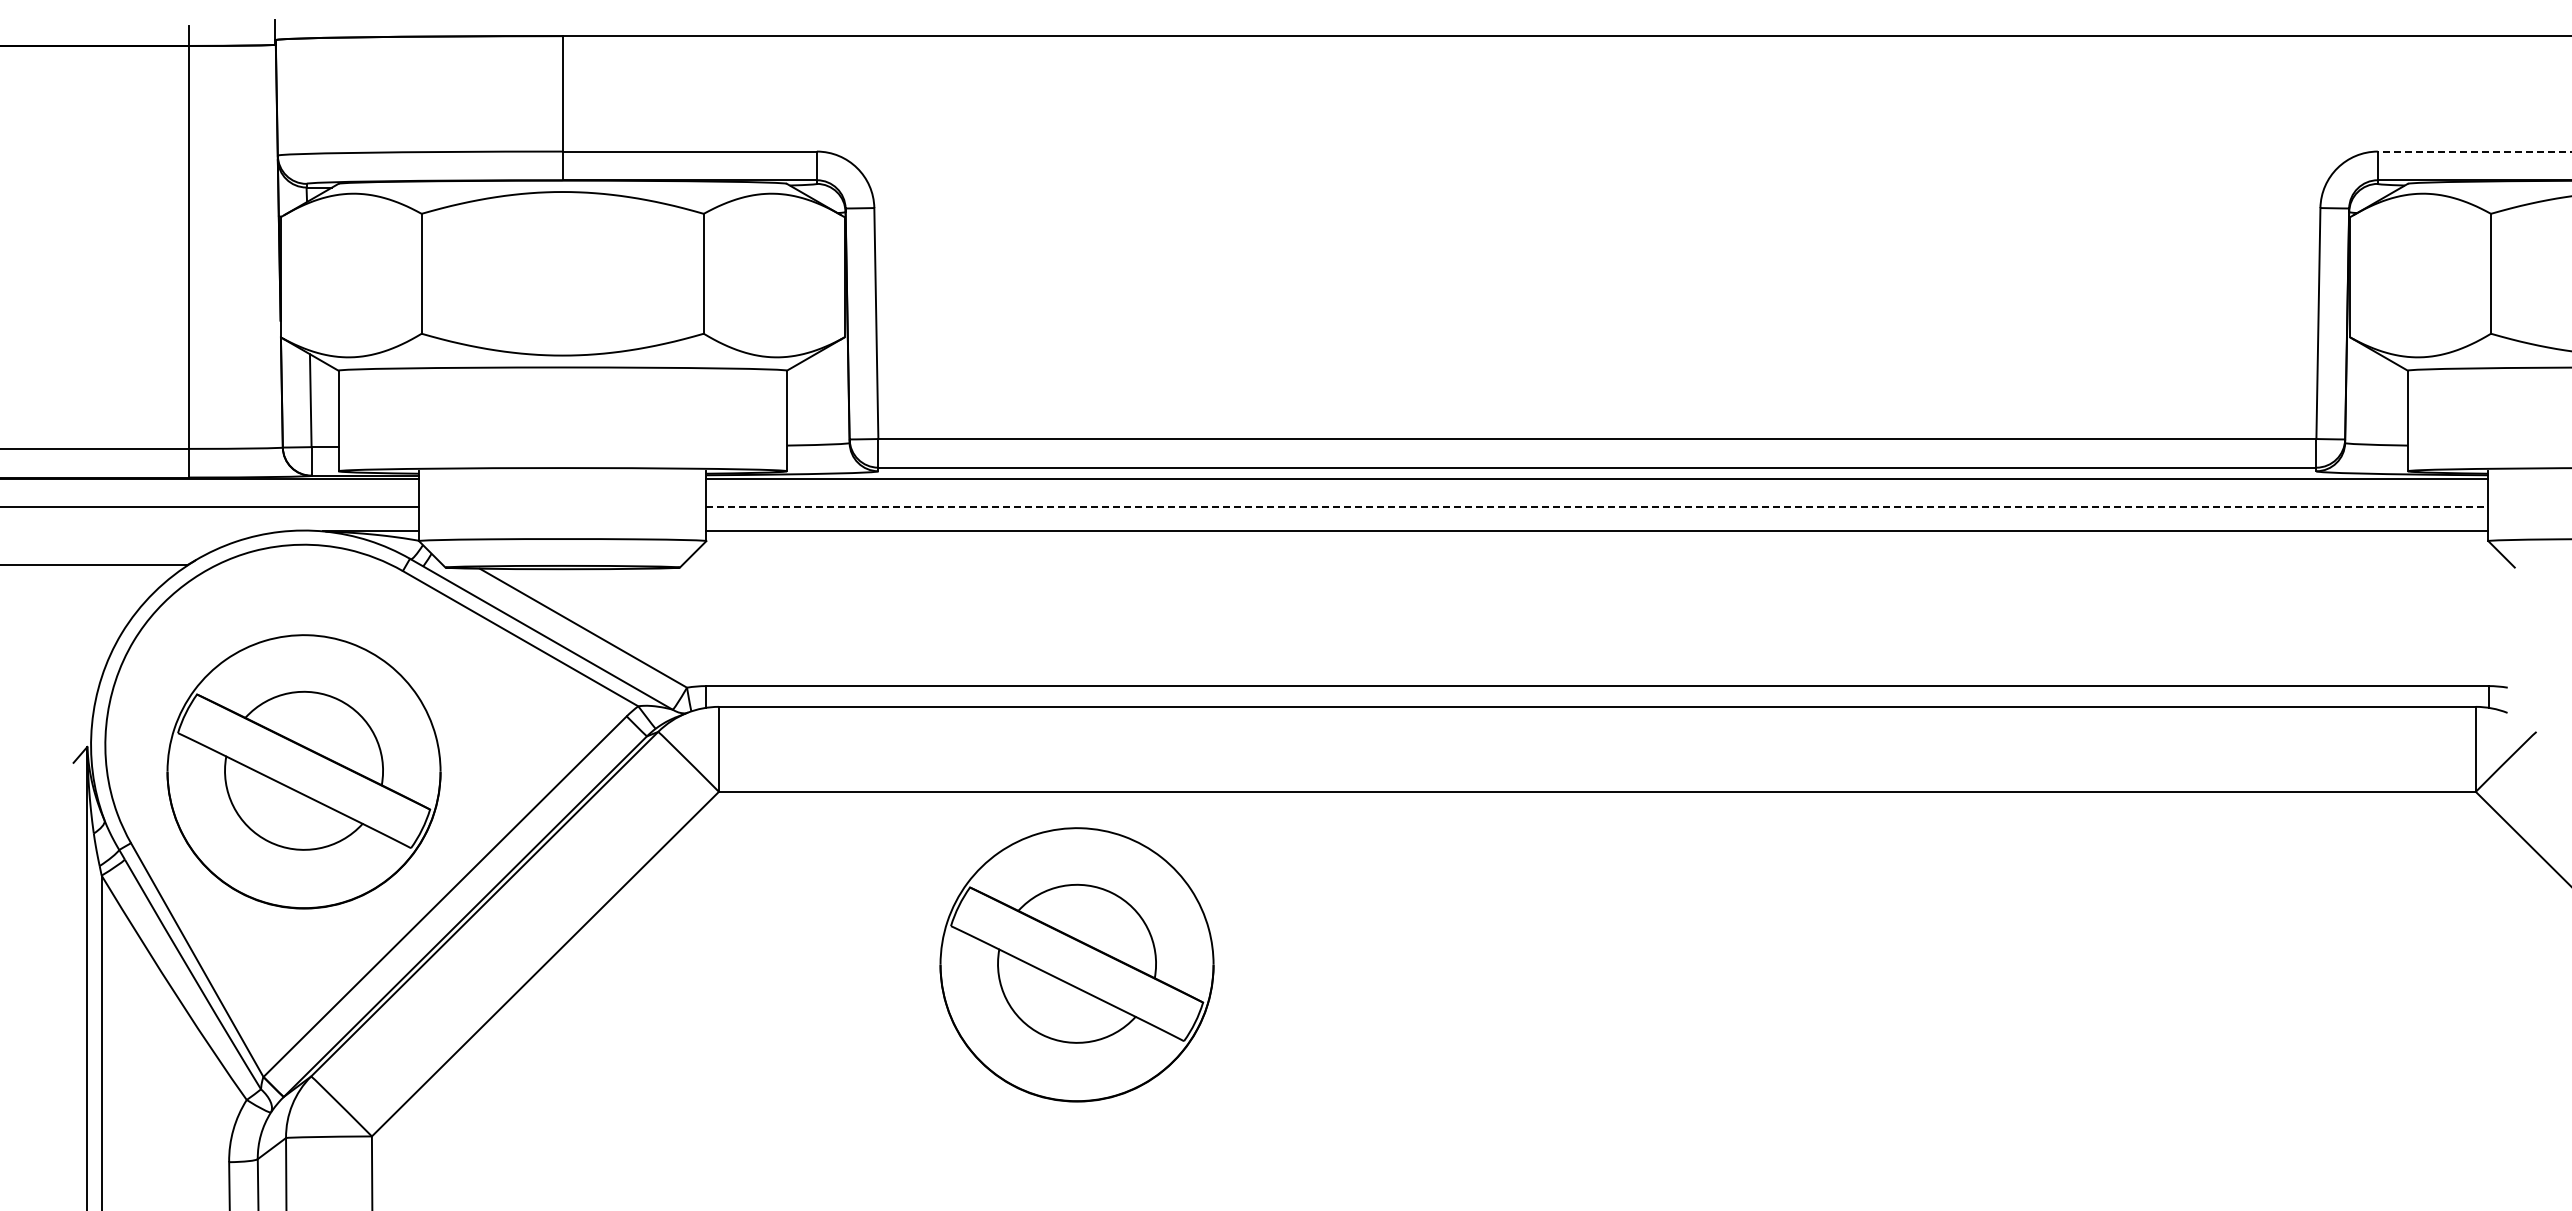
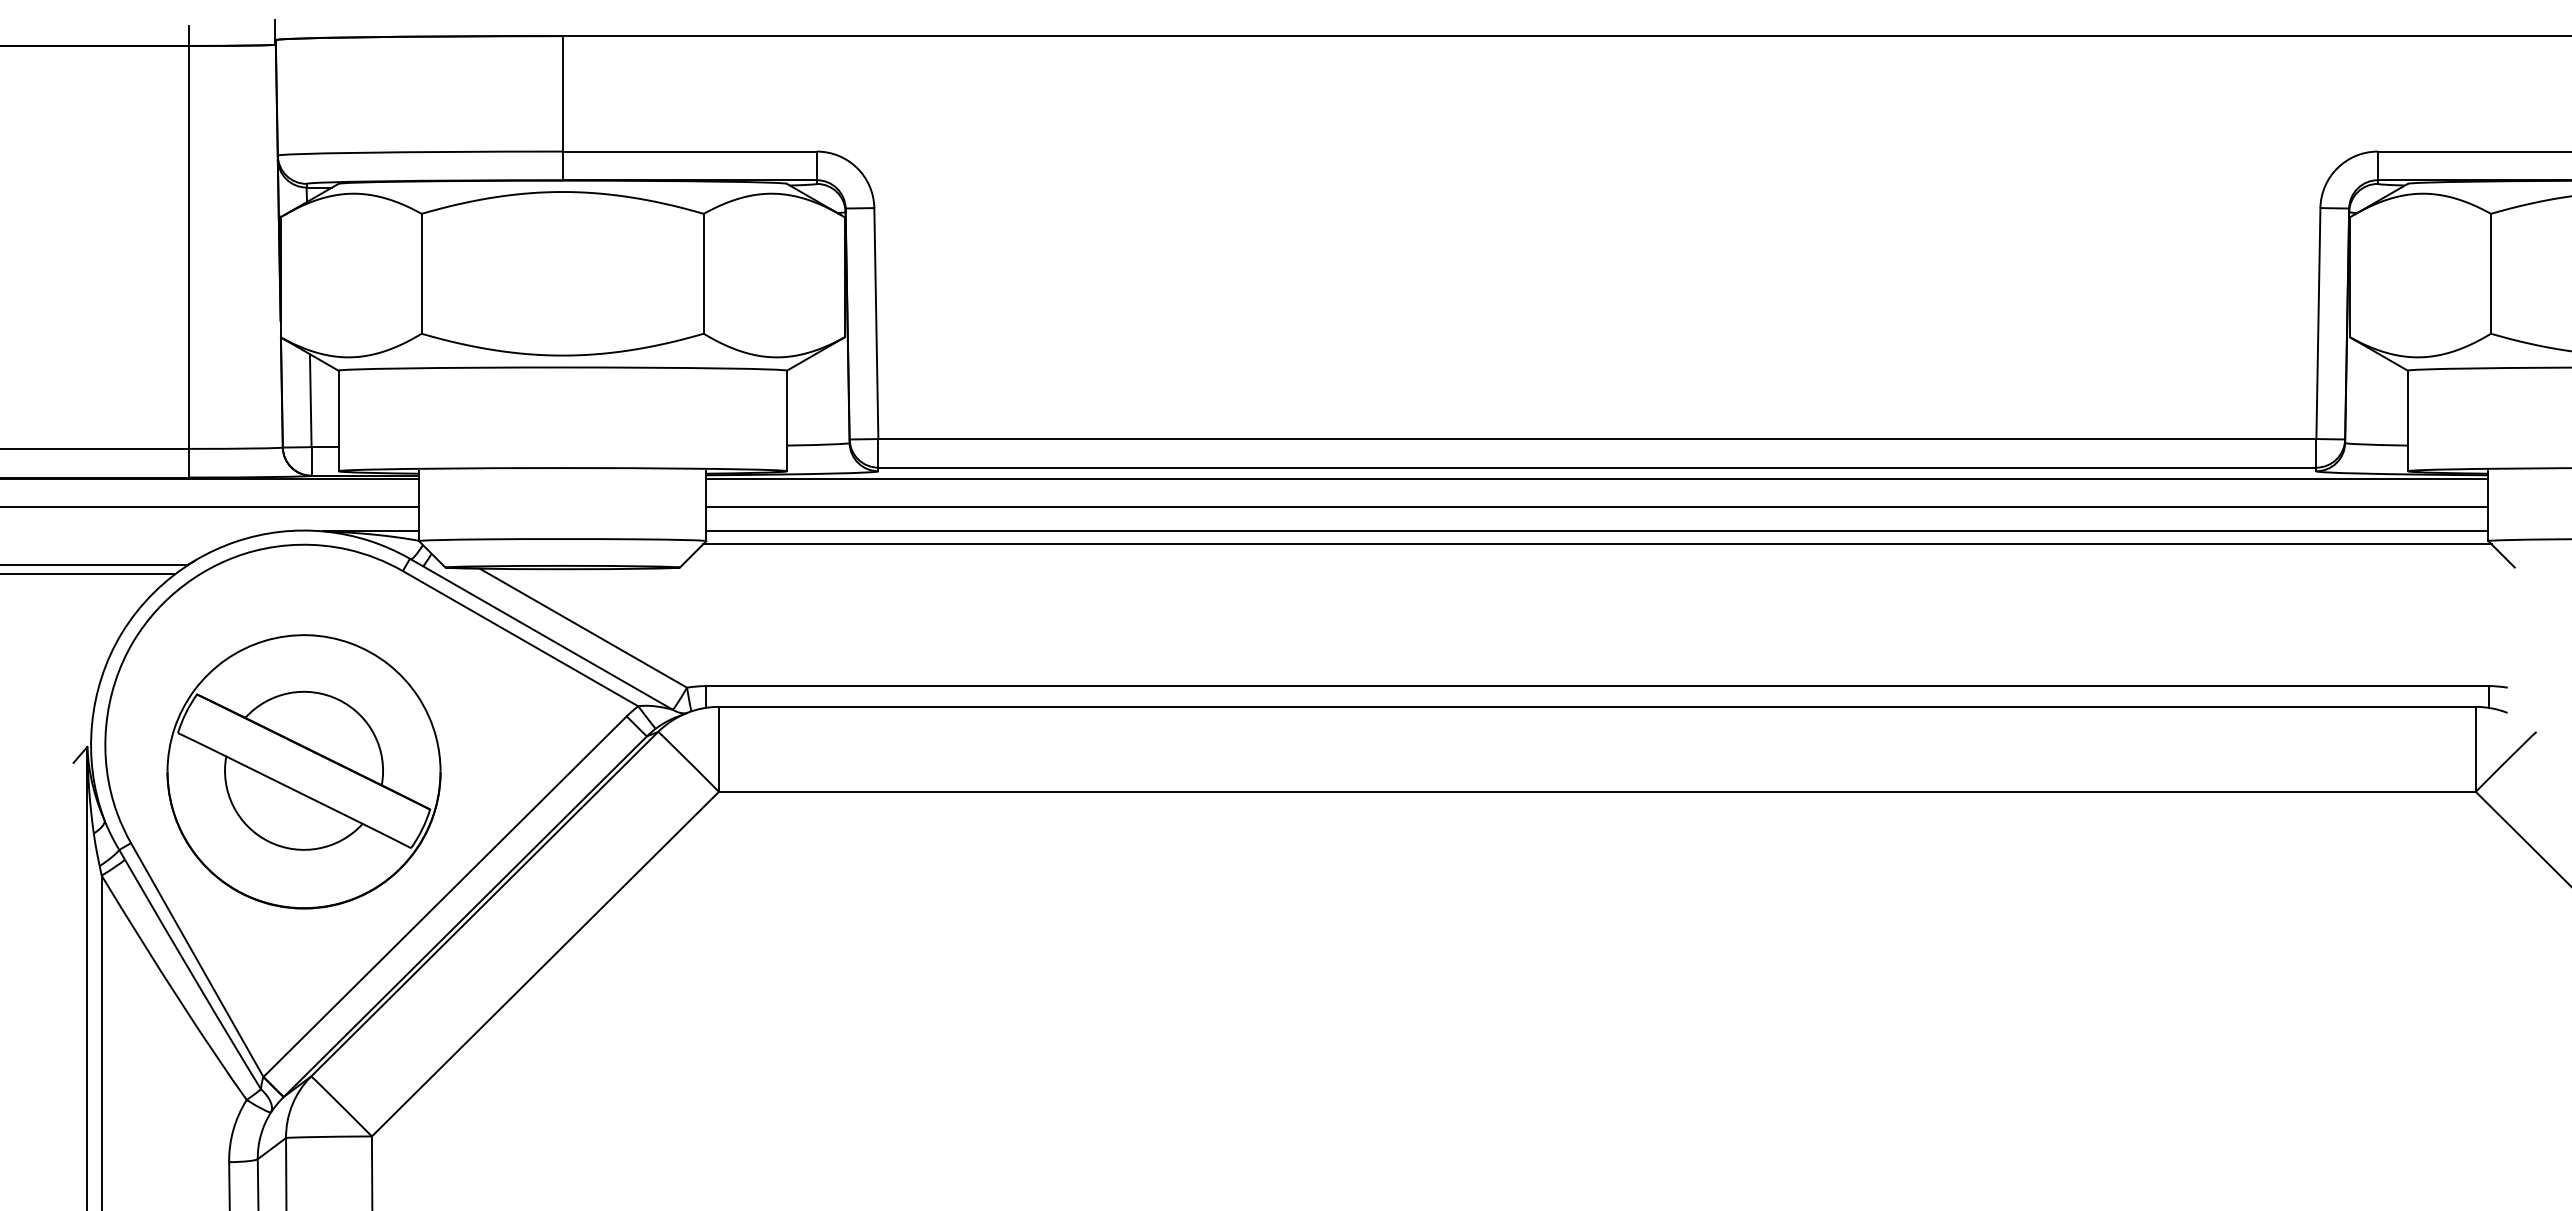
line at (2474, 151): dashed -> solid
line at (1597, 507): dashed -> solid
line at (1597, 544): none -> present
line at (87, 573): none -> present
part at (1076, 964): present -> none
